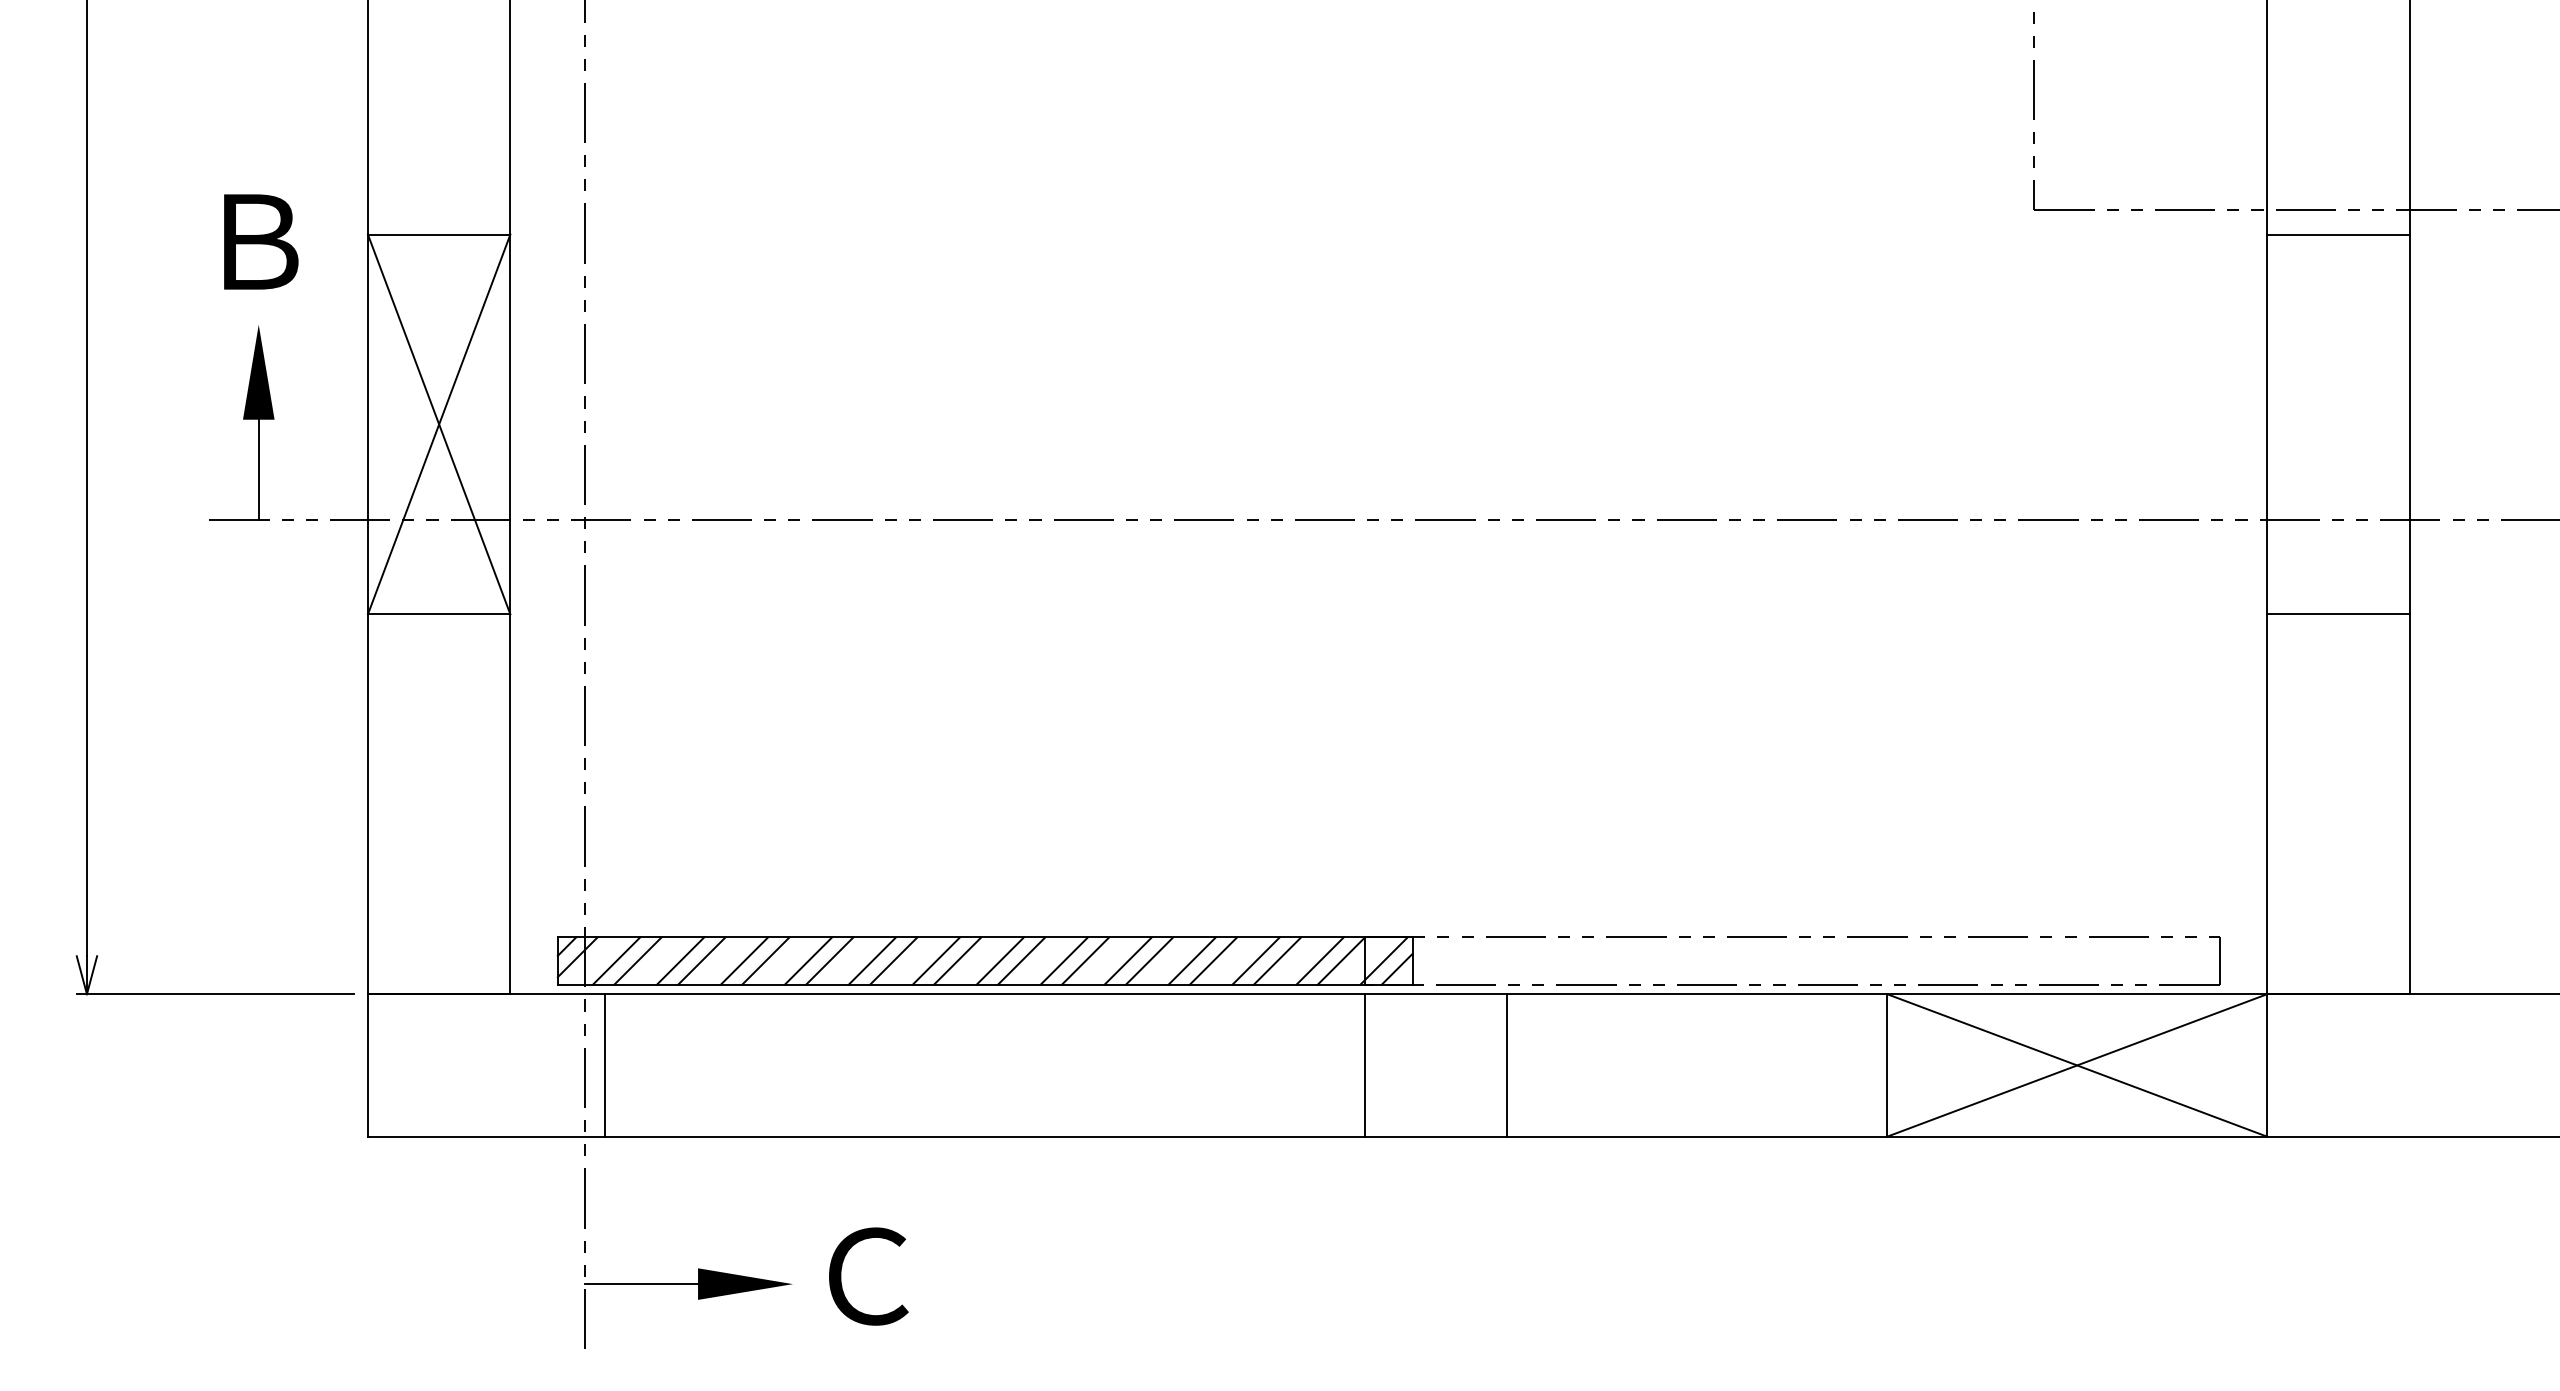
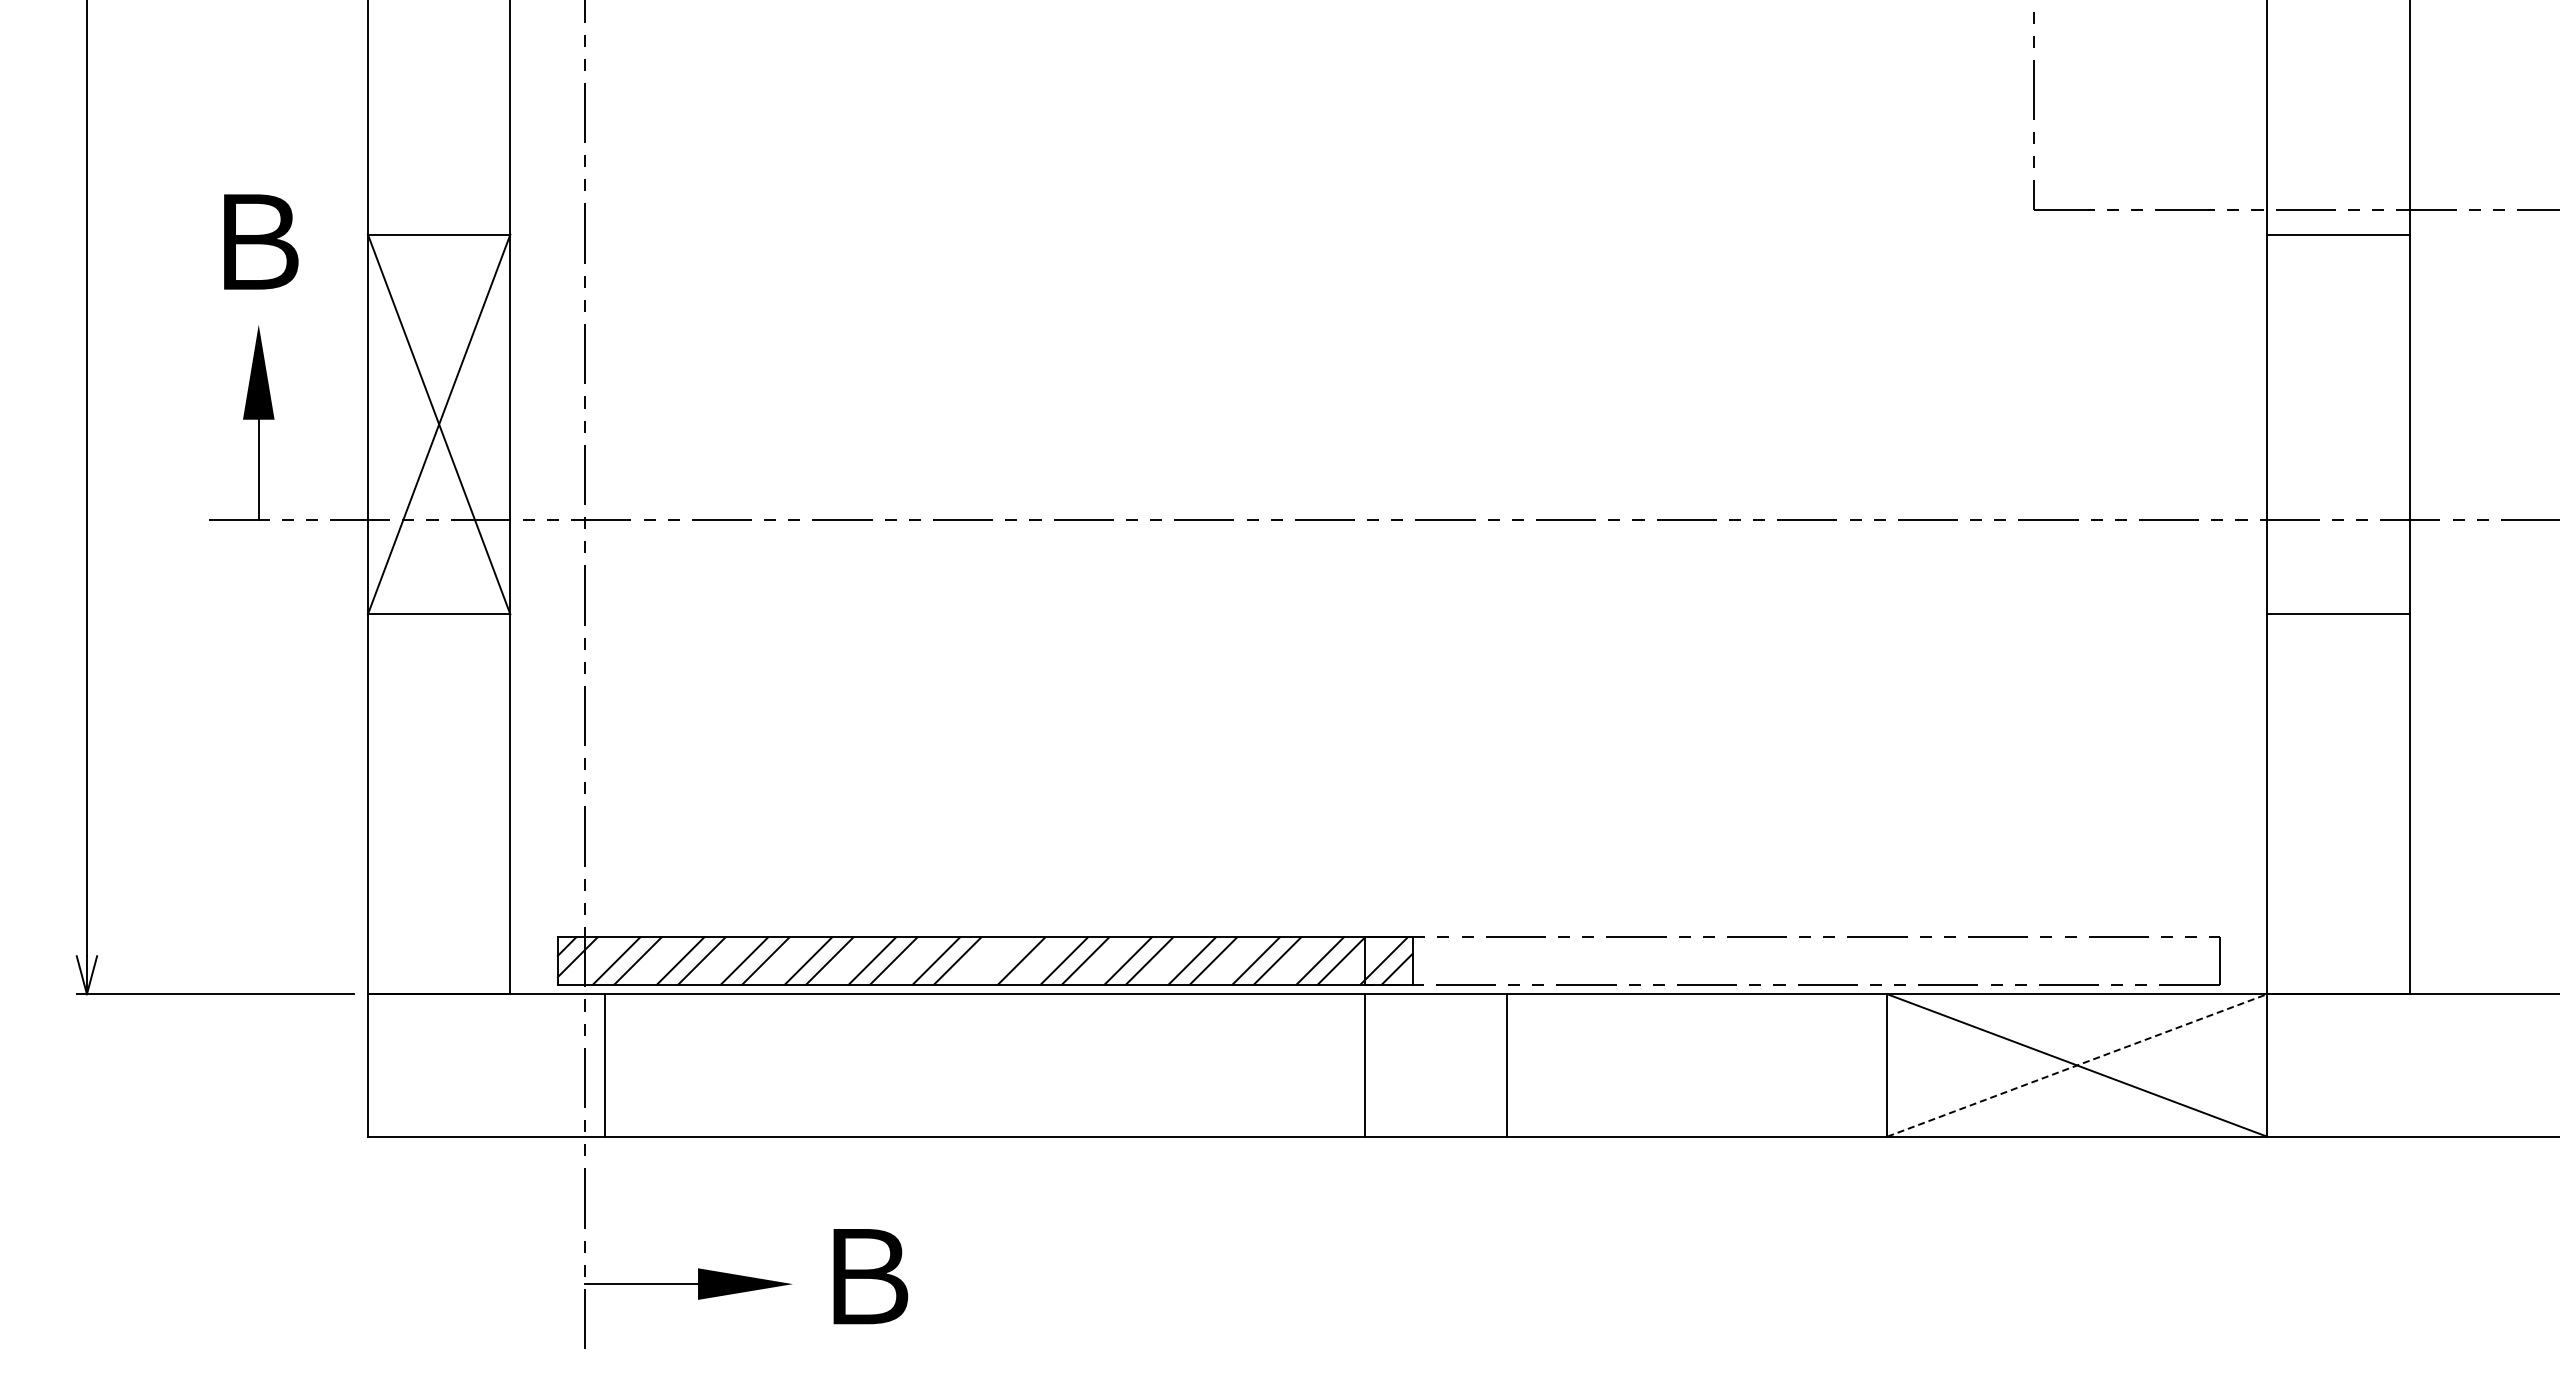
line at (1000, 960): present -> none
line at (2077, 1065): solid -> dashed
text at (868, 1276): Ｃ -> Ｂ
